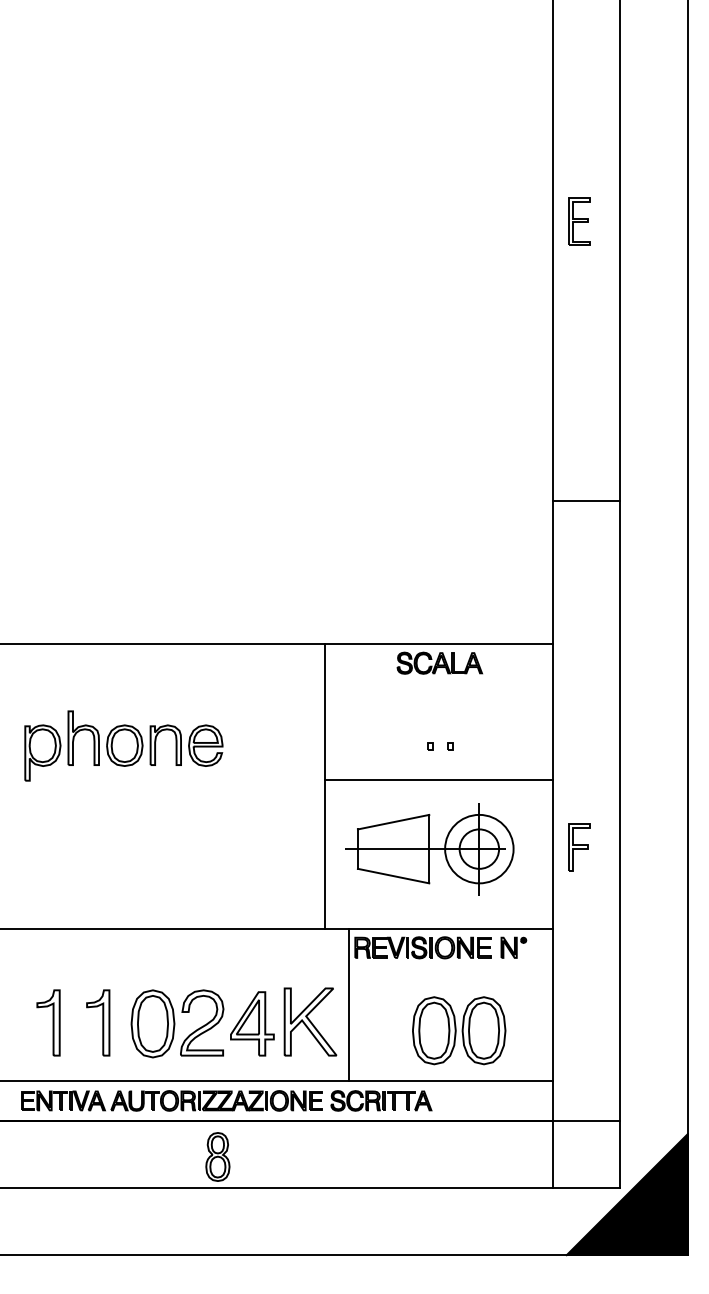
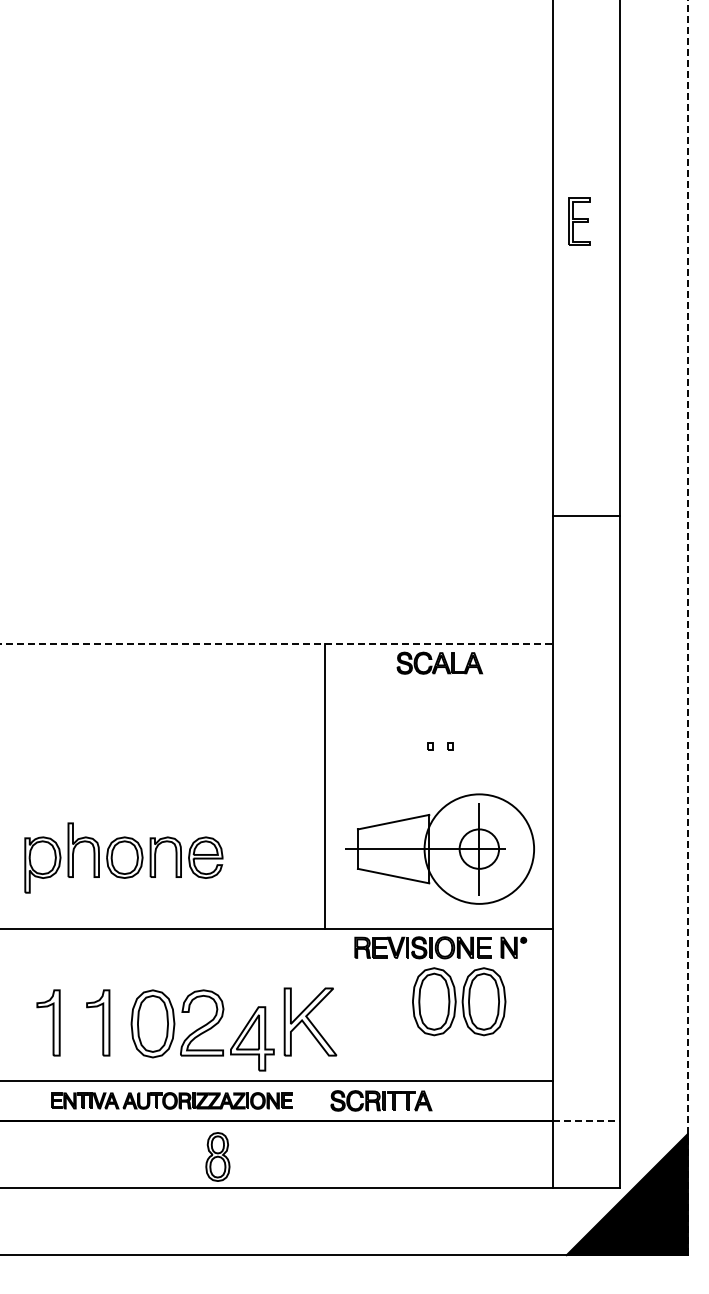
line at (586, 500) position: (586, 500) -> (586, 515)
line at (687, 627): solid -> dashed
line at (277, 643): solid -> dashed
part at (123, 745) position: (123, 745) -> (123, 857)
line at (438, 779): present -> none
part at (579, 847): present -> none
circle at (479, 848) diameter: 68 px -> 110 px
line at (349, 1004): present -> none
part at (252, 1023) position: (252, 1023) -> (252, 1038)
part at (459, 1030) position: (459, 1030) -> (459, 1001)
part at (171, 1100) size: 302x22 px -> 242x18 px
line at (586, 1120): solid -> dashed
